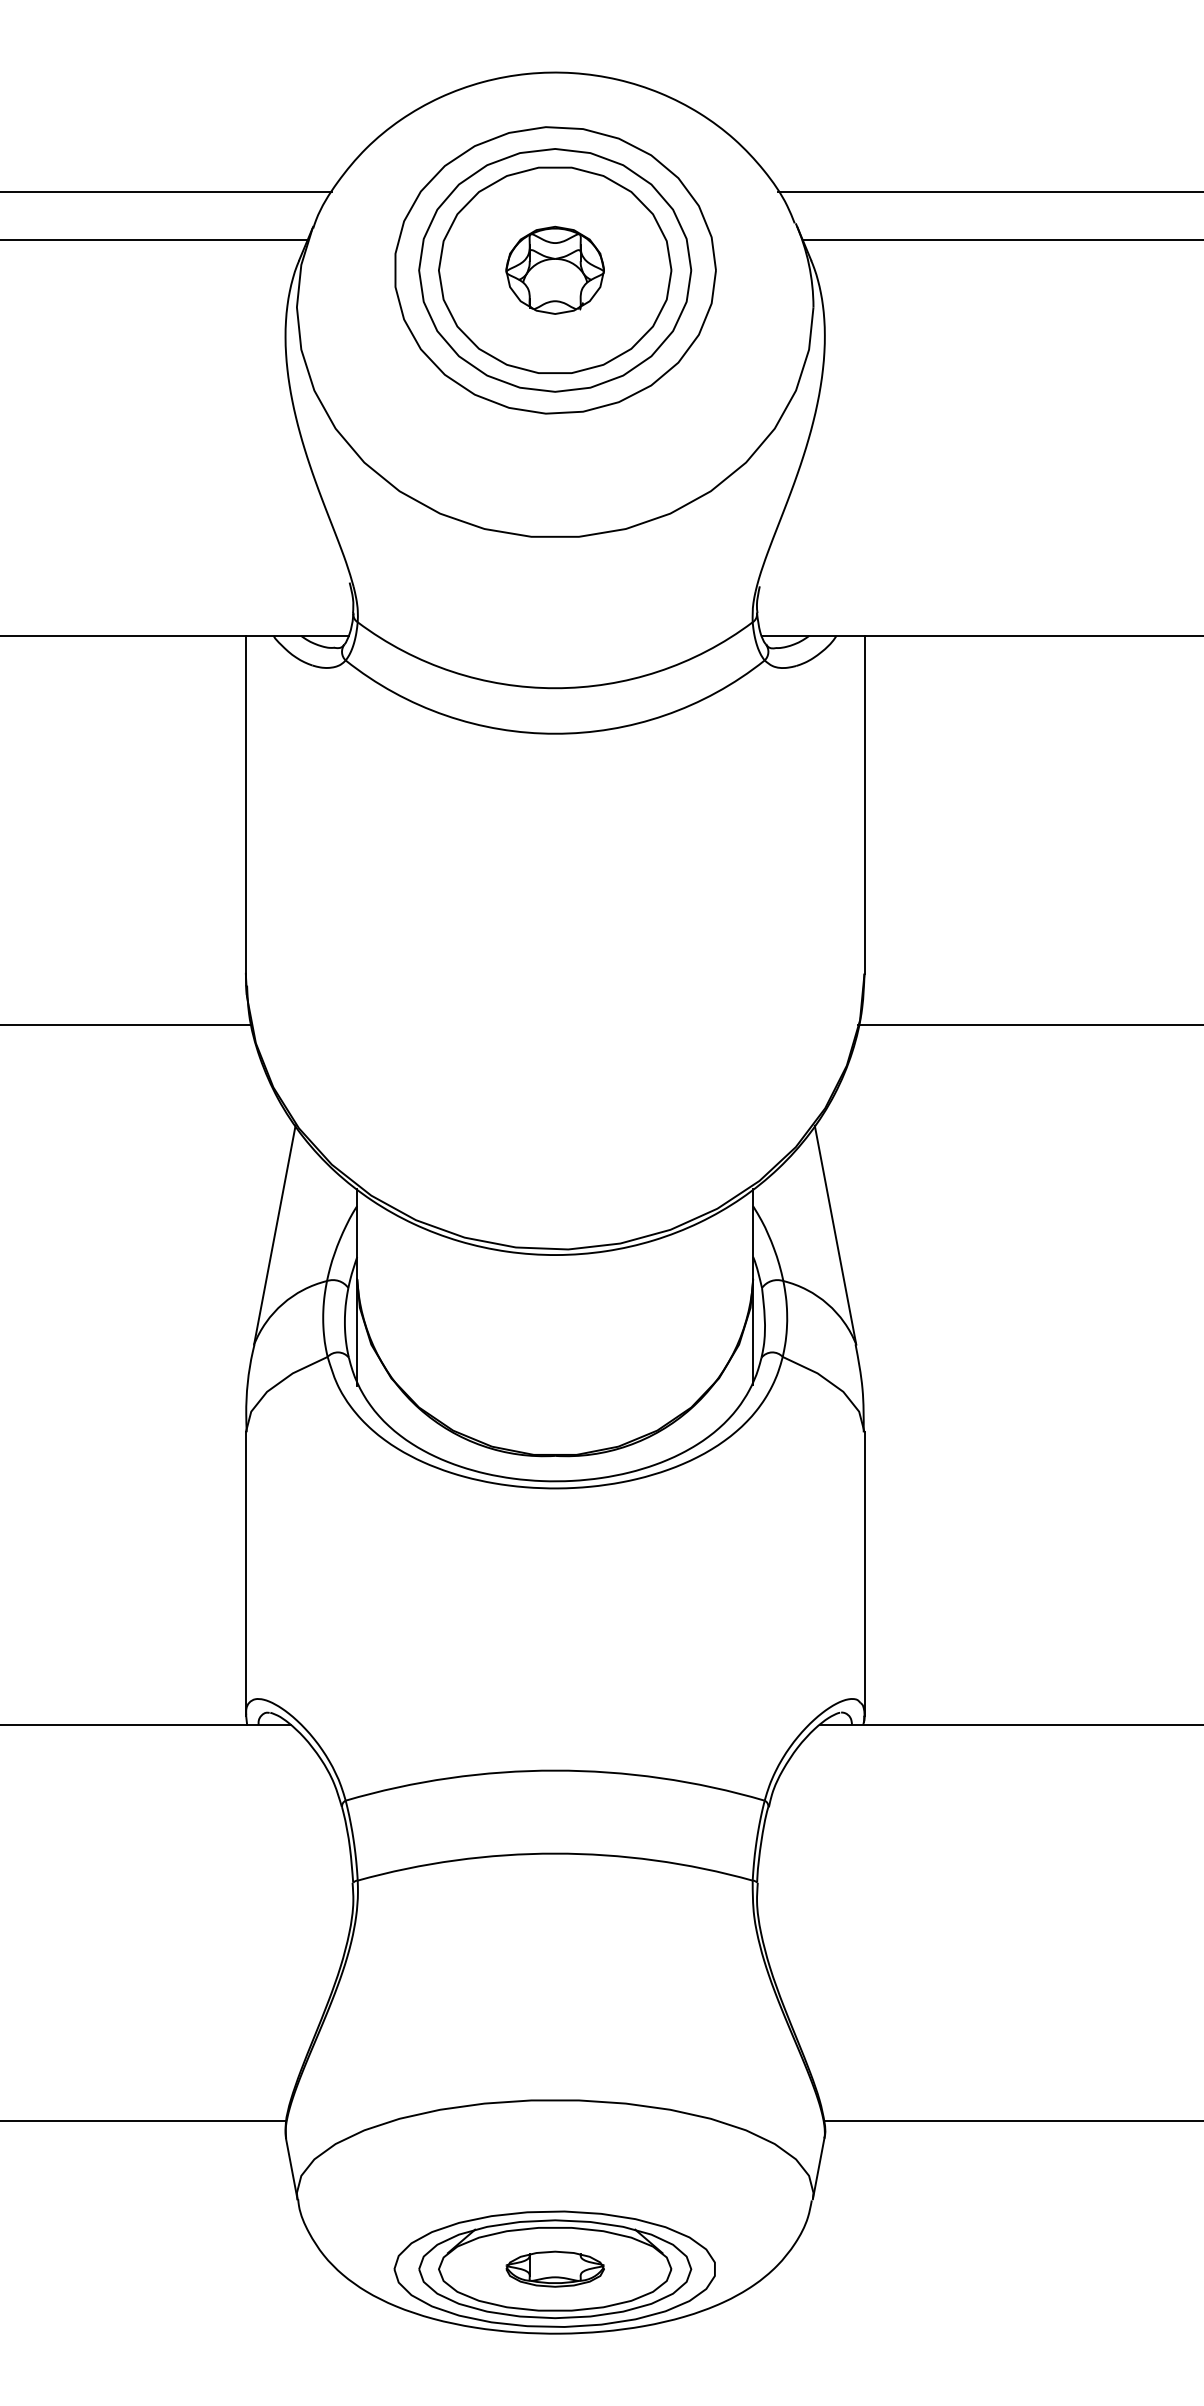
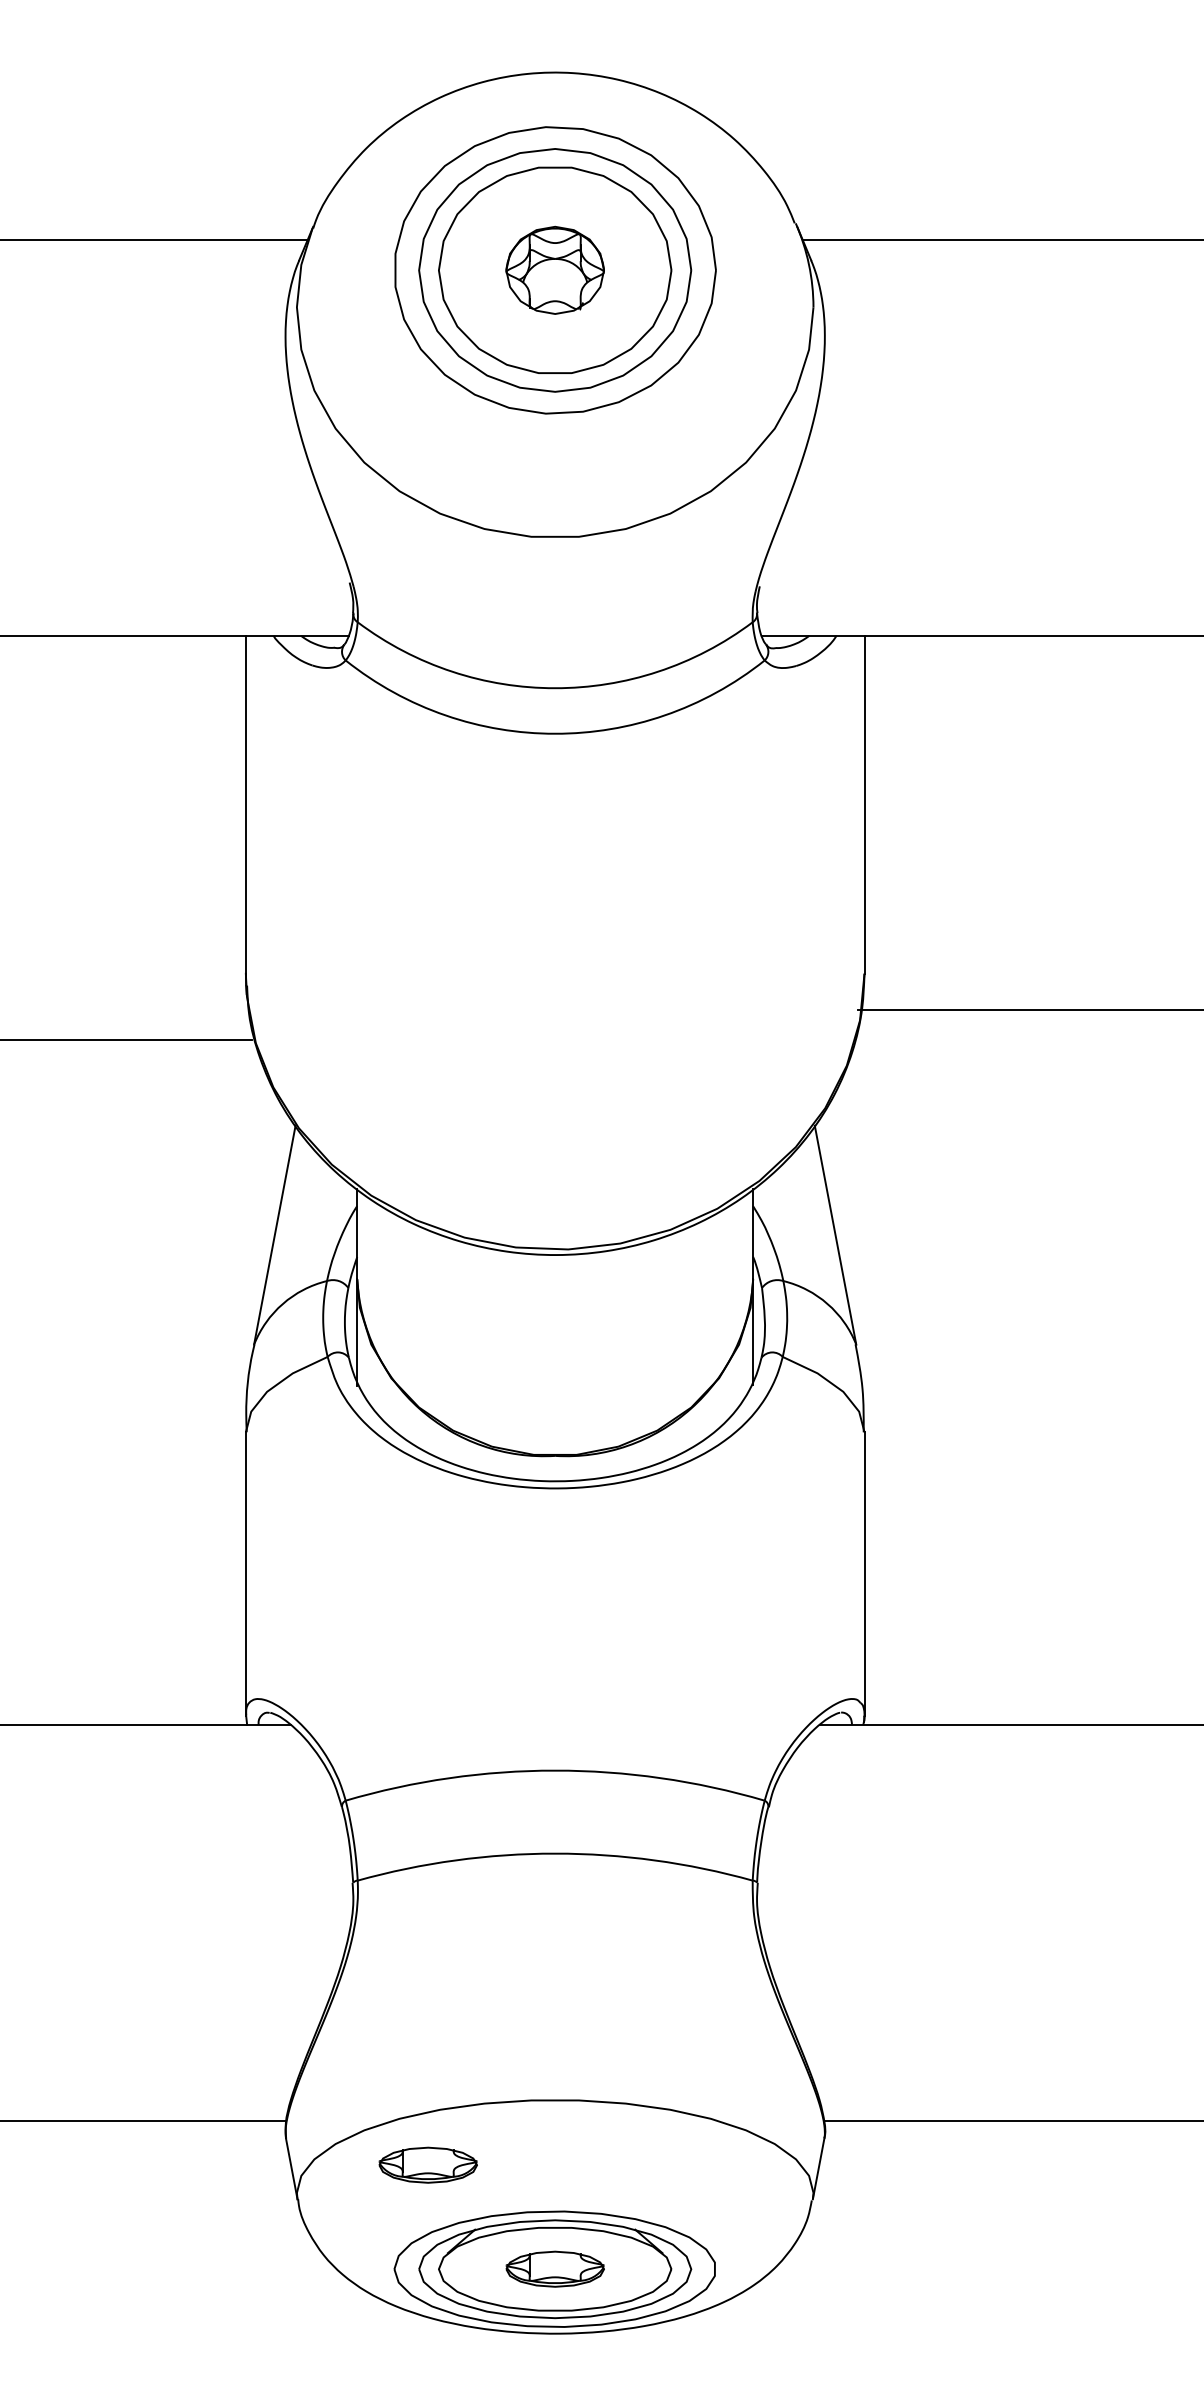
line at (167, 191): present -> none
line at (988, 191): present -> none
line at (126, 1025) position: (126, 1025) -> (126, 1040)
line at (1029, 1025) position: (1029, 1025) -> (1029, 1010)
part at (427, 2164): none -> present
